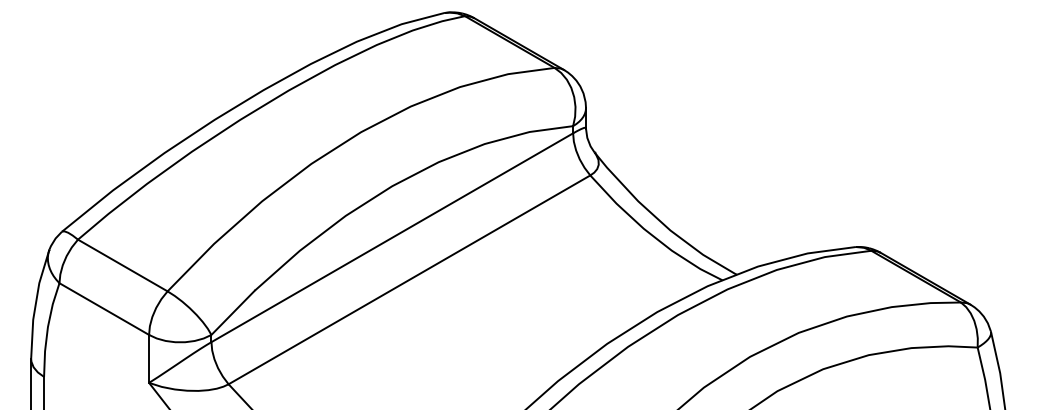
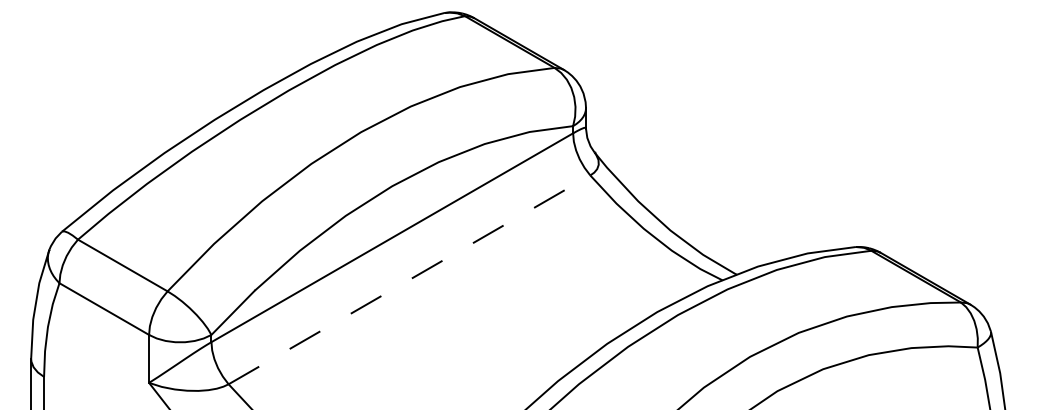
line at (409, 279): solid -> dashed
